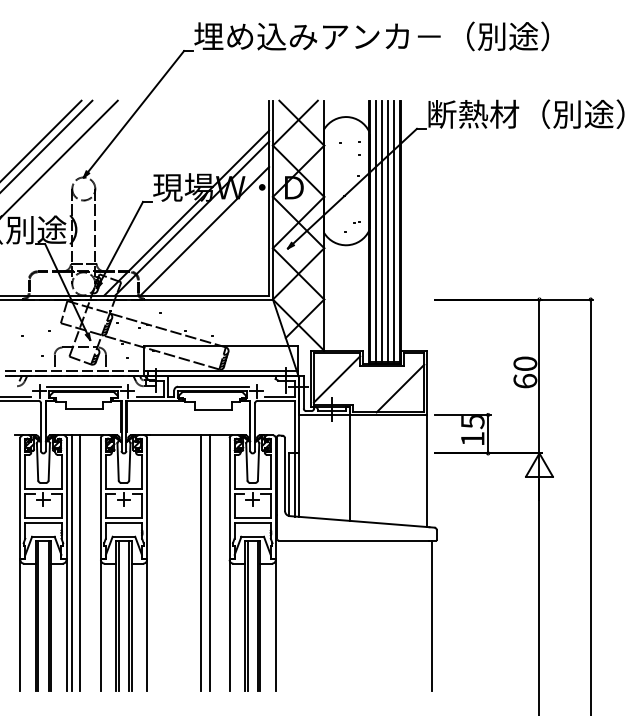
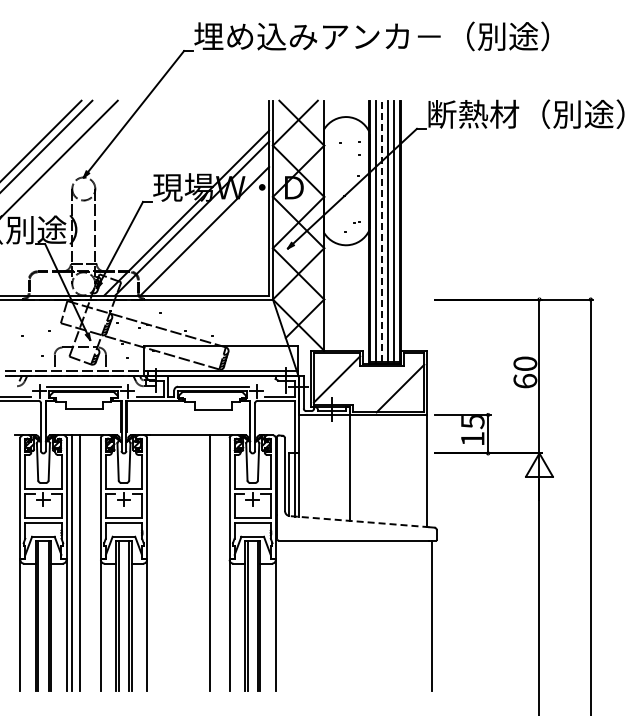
line at (382, 231): solid -> dashed
line at (359, 521): solid -> dashed
line at (200, 562): present -> none
